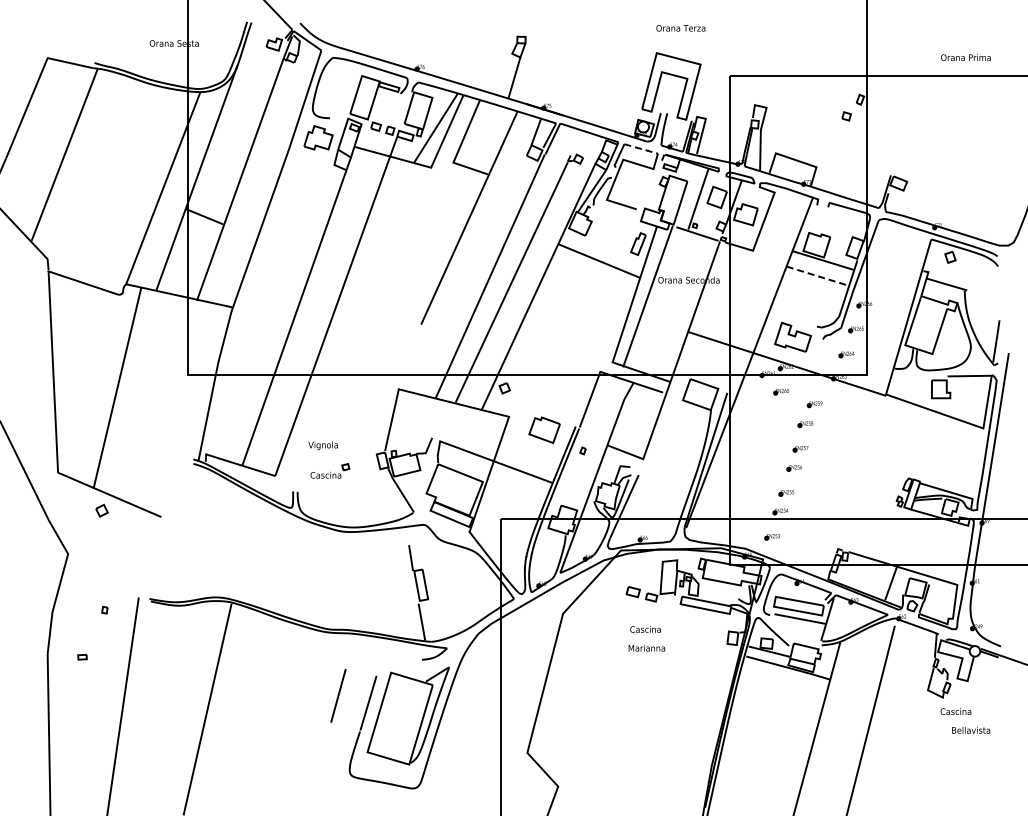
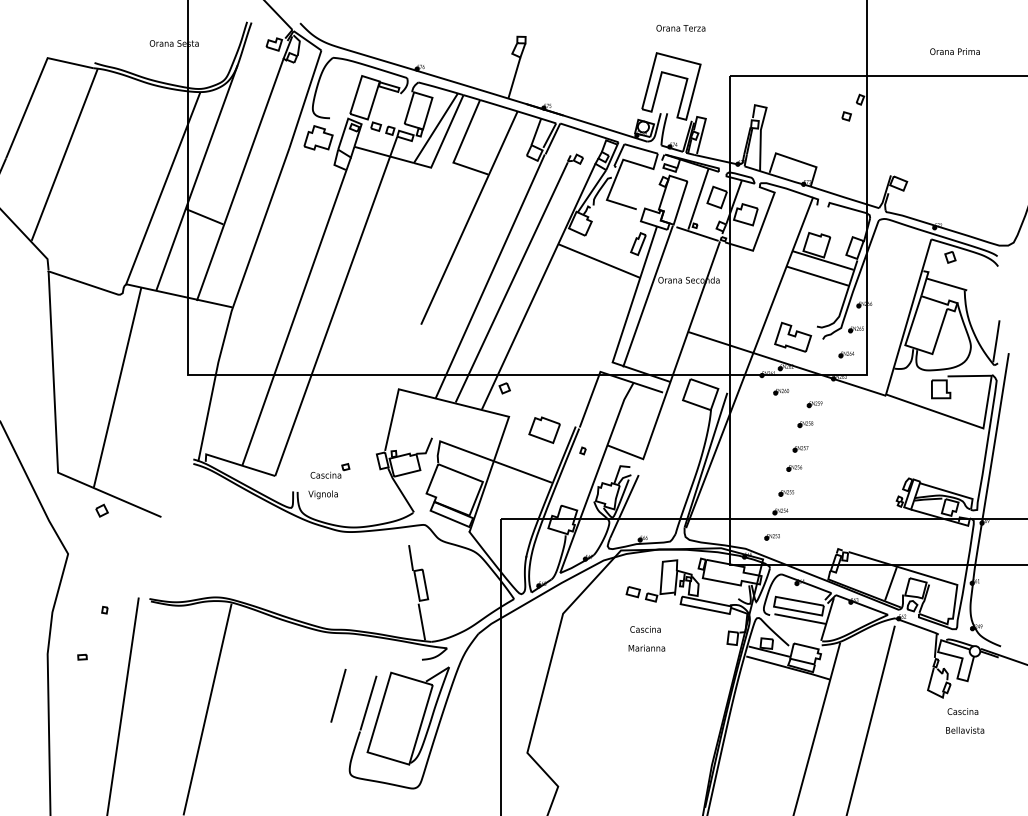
text at (965, 57) position: (965, 57) -> (954, 51)
line at (641, 149): dashed -> solid
line at (818, 276): dashed -> solid
text at (322, 445) position: (322, 445) -> (322, 494)
text at (955, 711) position: (955, 711) -> (962, 711)
text at (971, 729) position: (971, 729) -> (965, 729)
